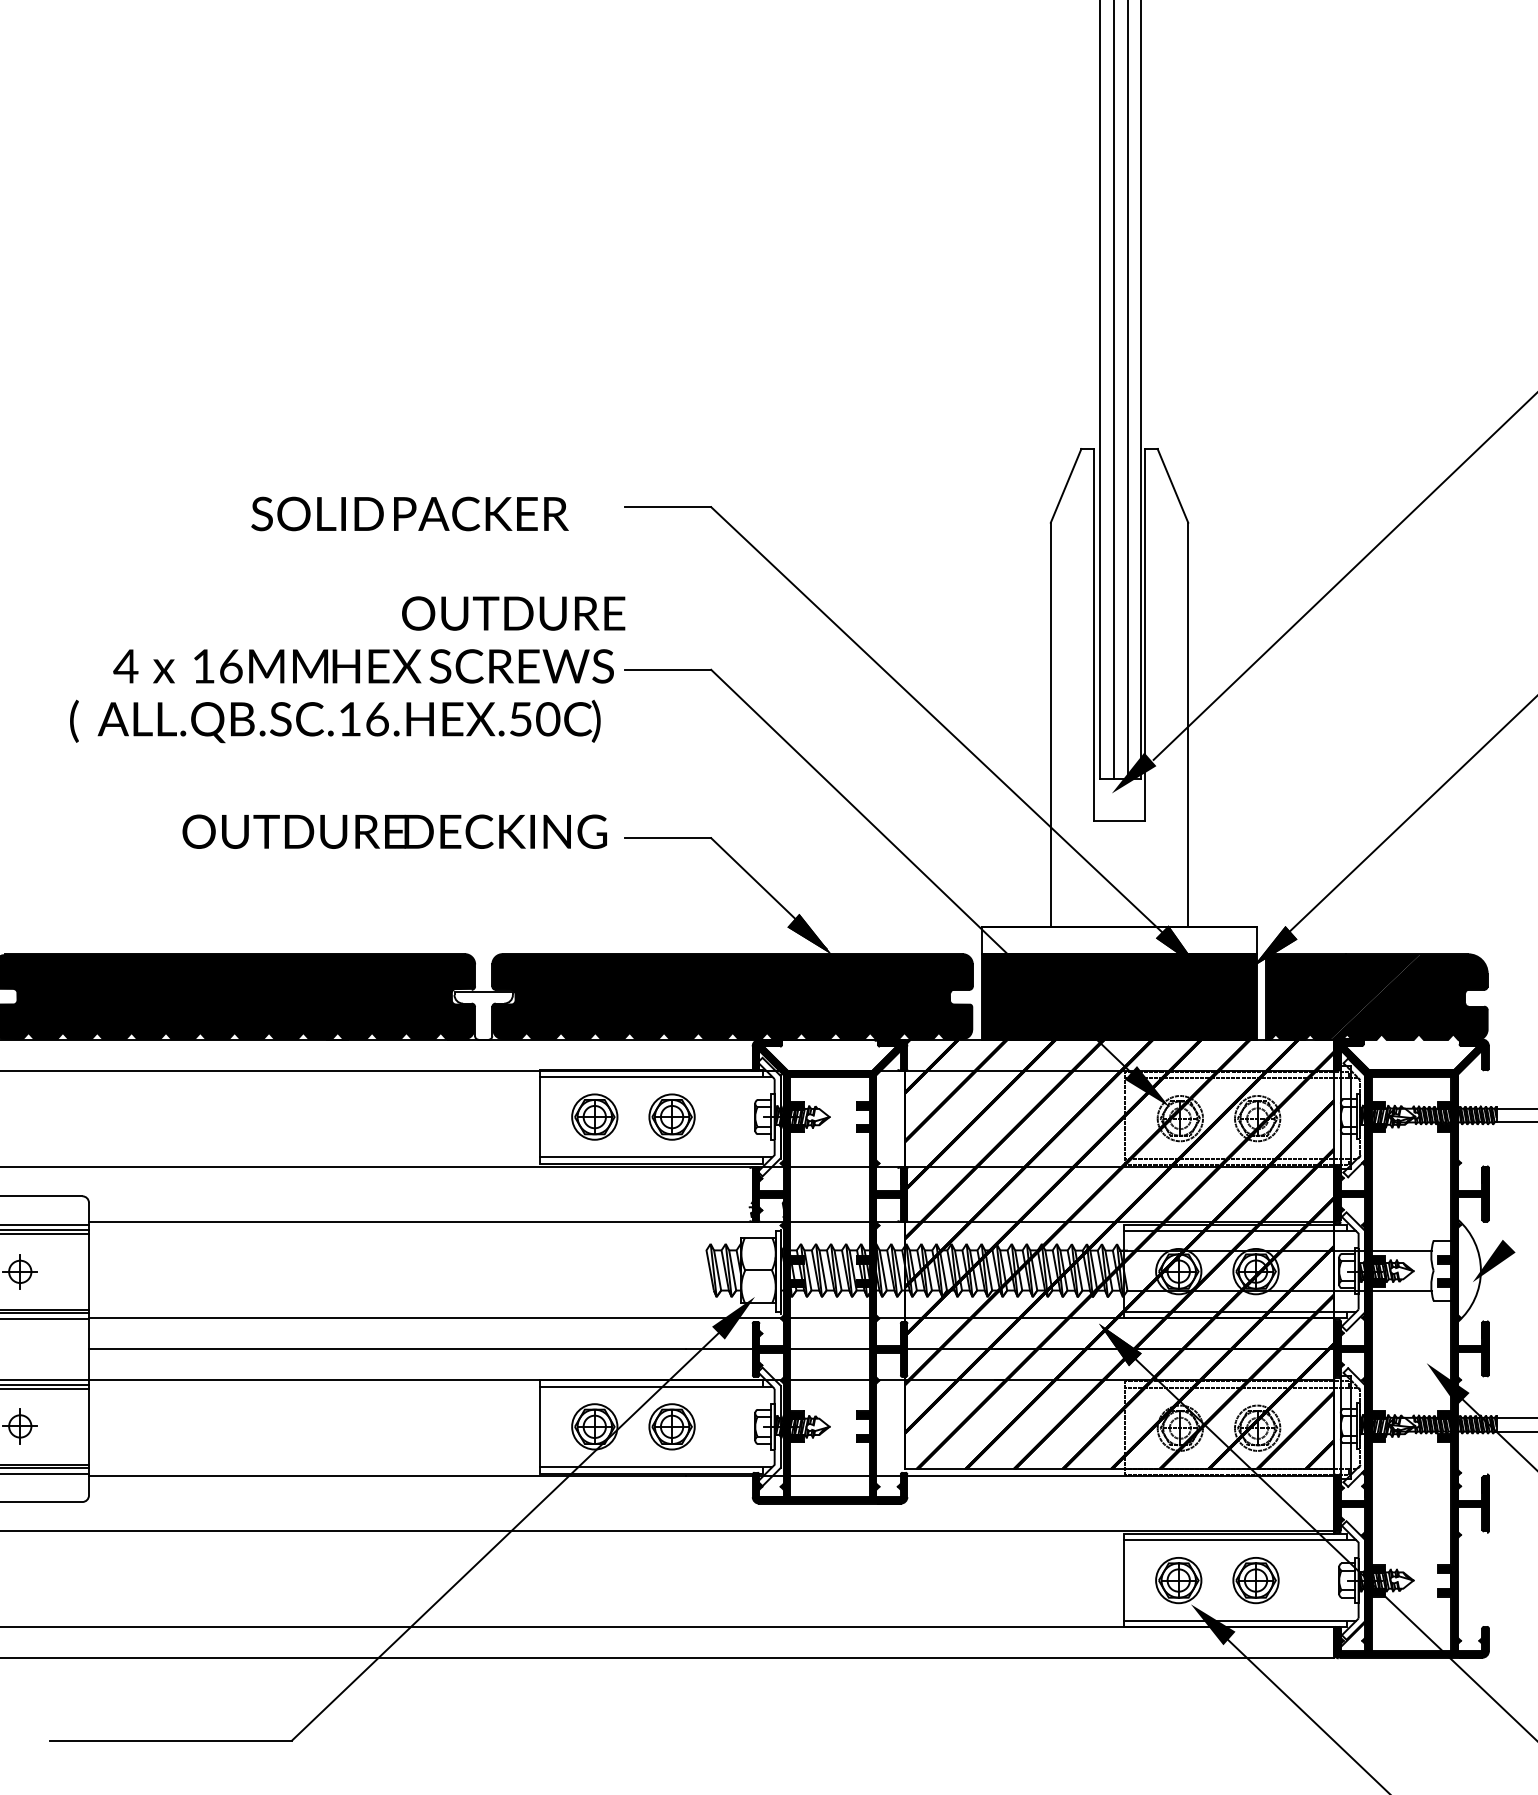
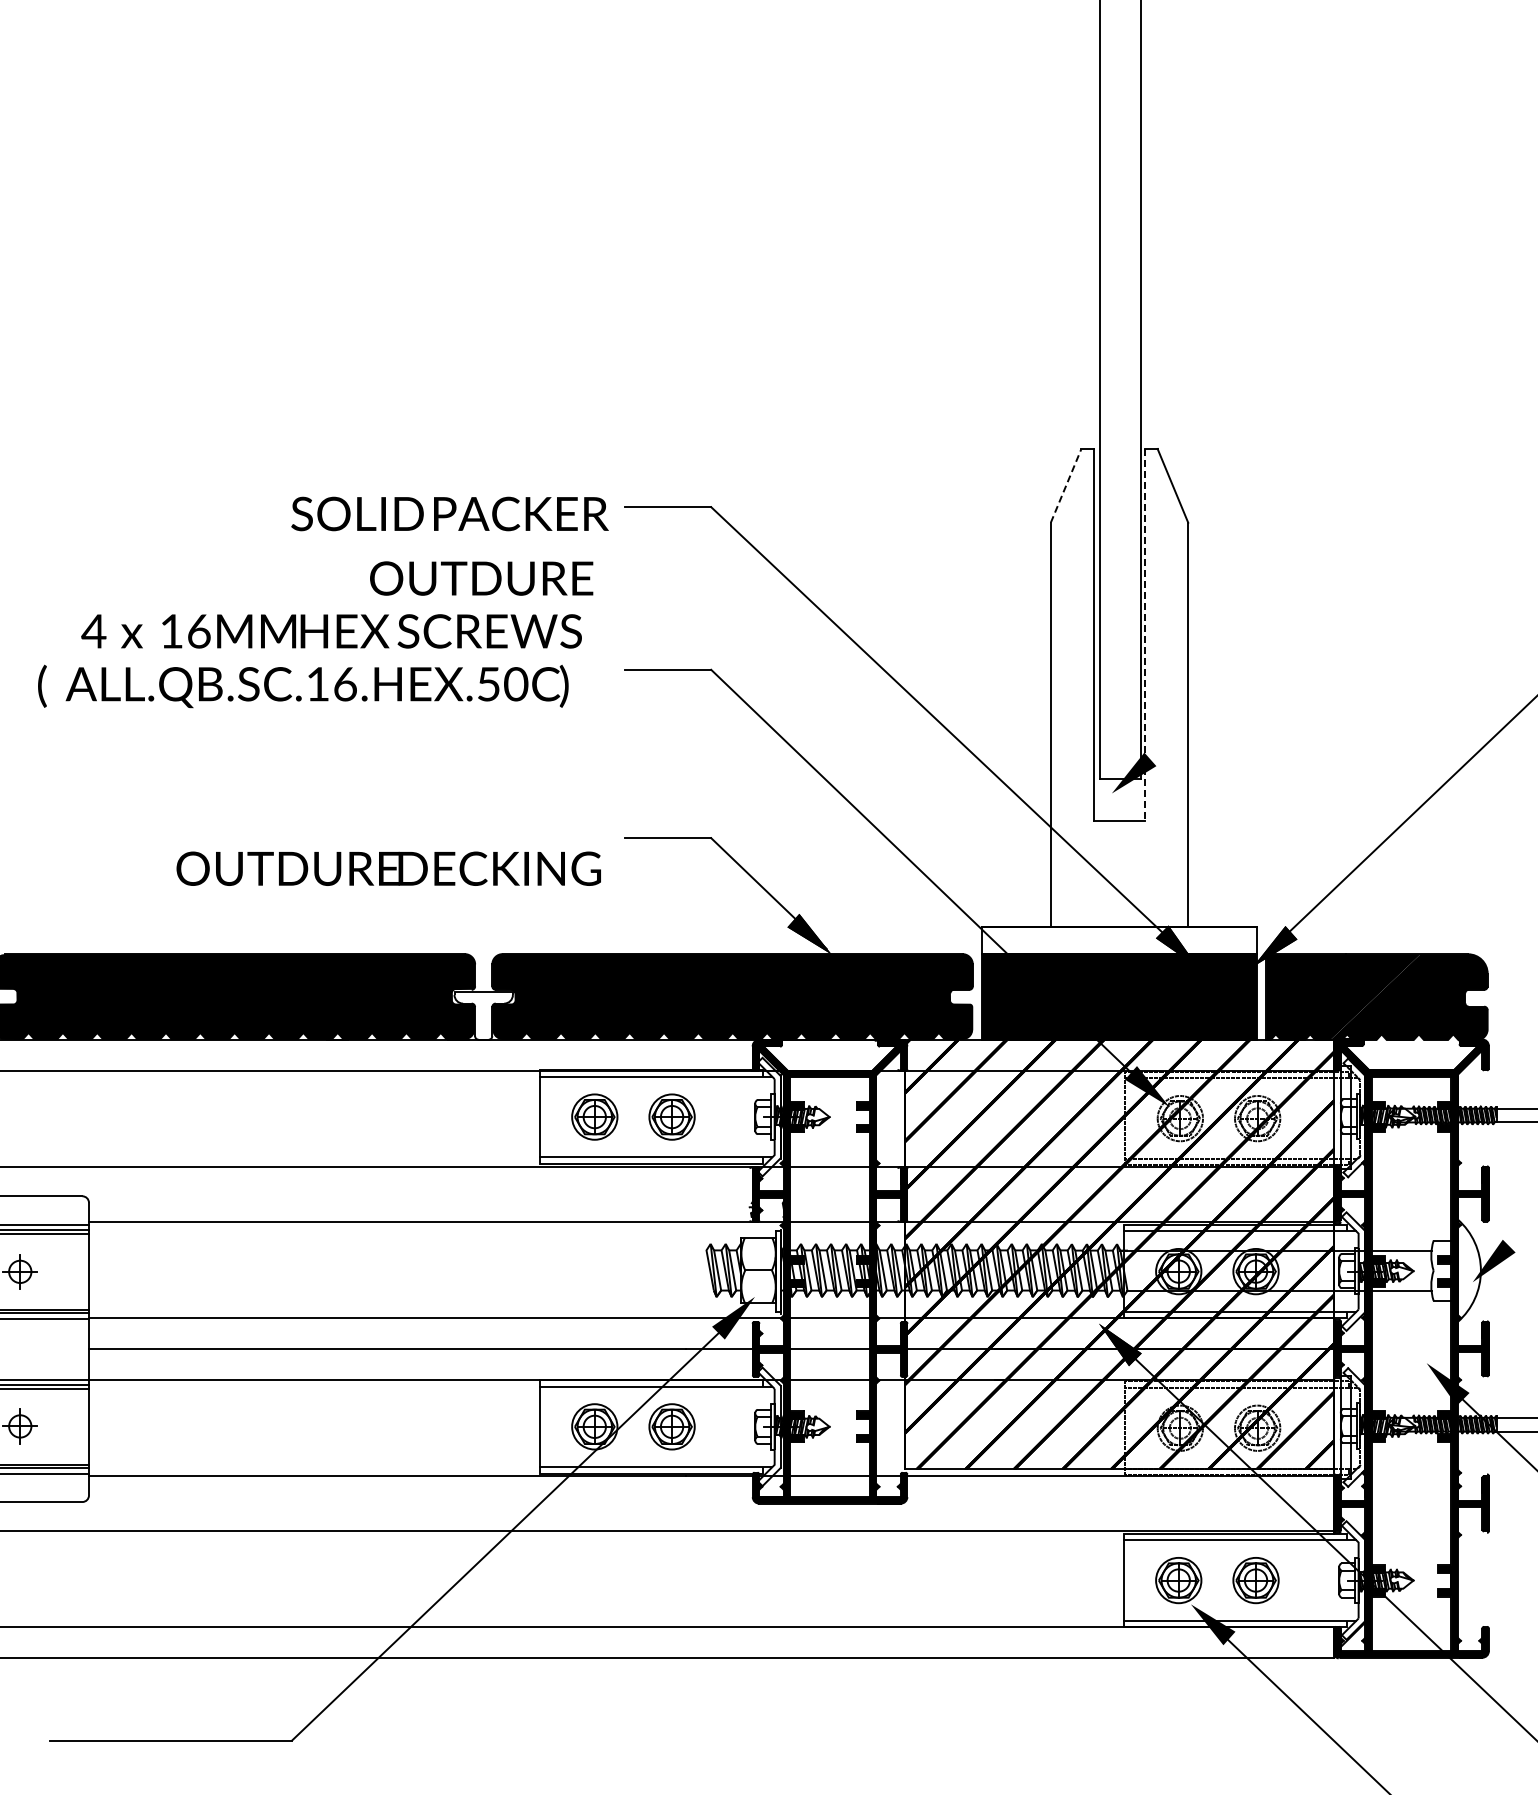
line at (1113, 390): present -> none
line at (1127, 390): present -> none
line at (1066, 485): solid -> dashed
text at (409, 513) position: (409, 513) -> (449, 513)
line at (1343, 577): present -> none
line at (1145, 634): solid -> dashed
text at (347, 669) position: (347, 669) -> (315, 634)
text at (394, 831) position: (394, 831) -> (388, 868)
